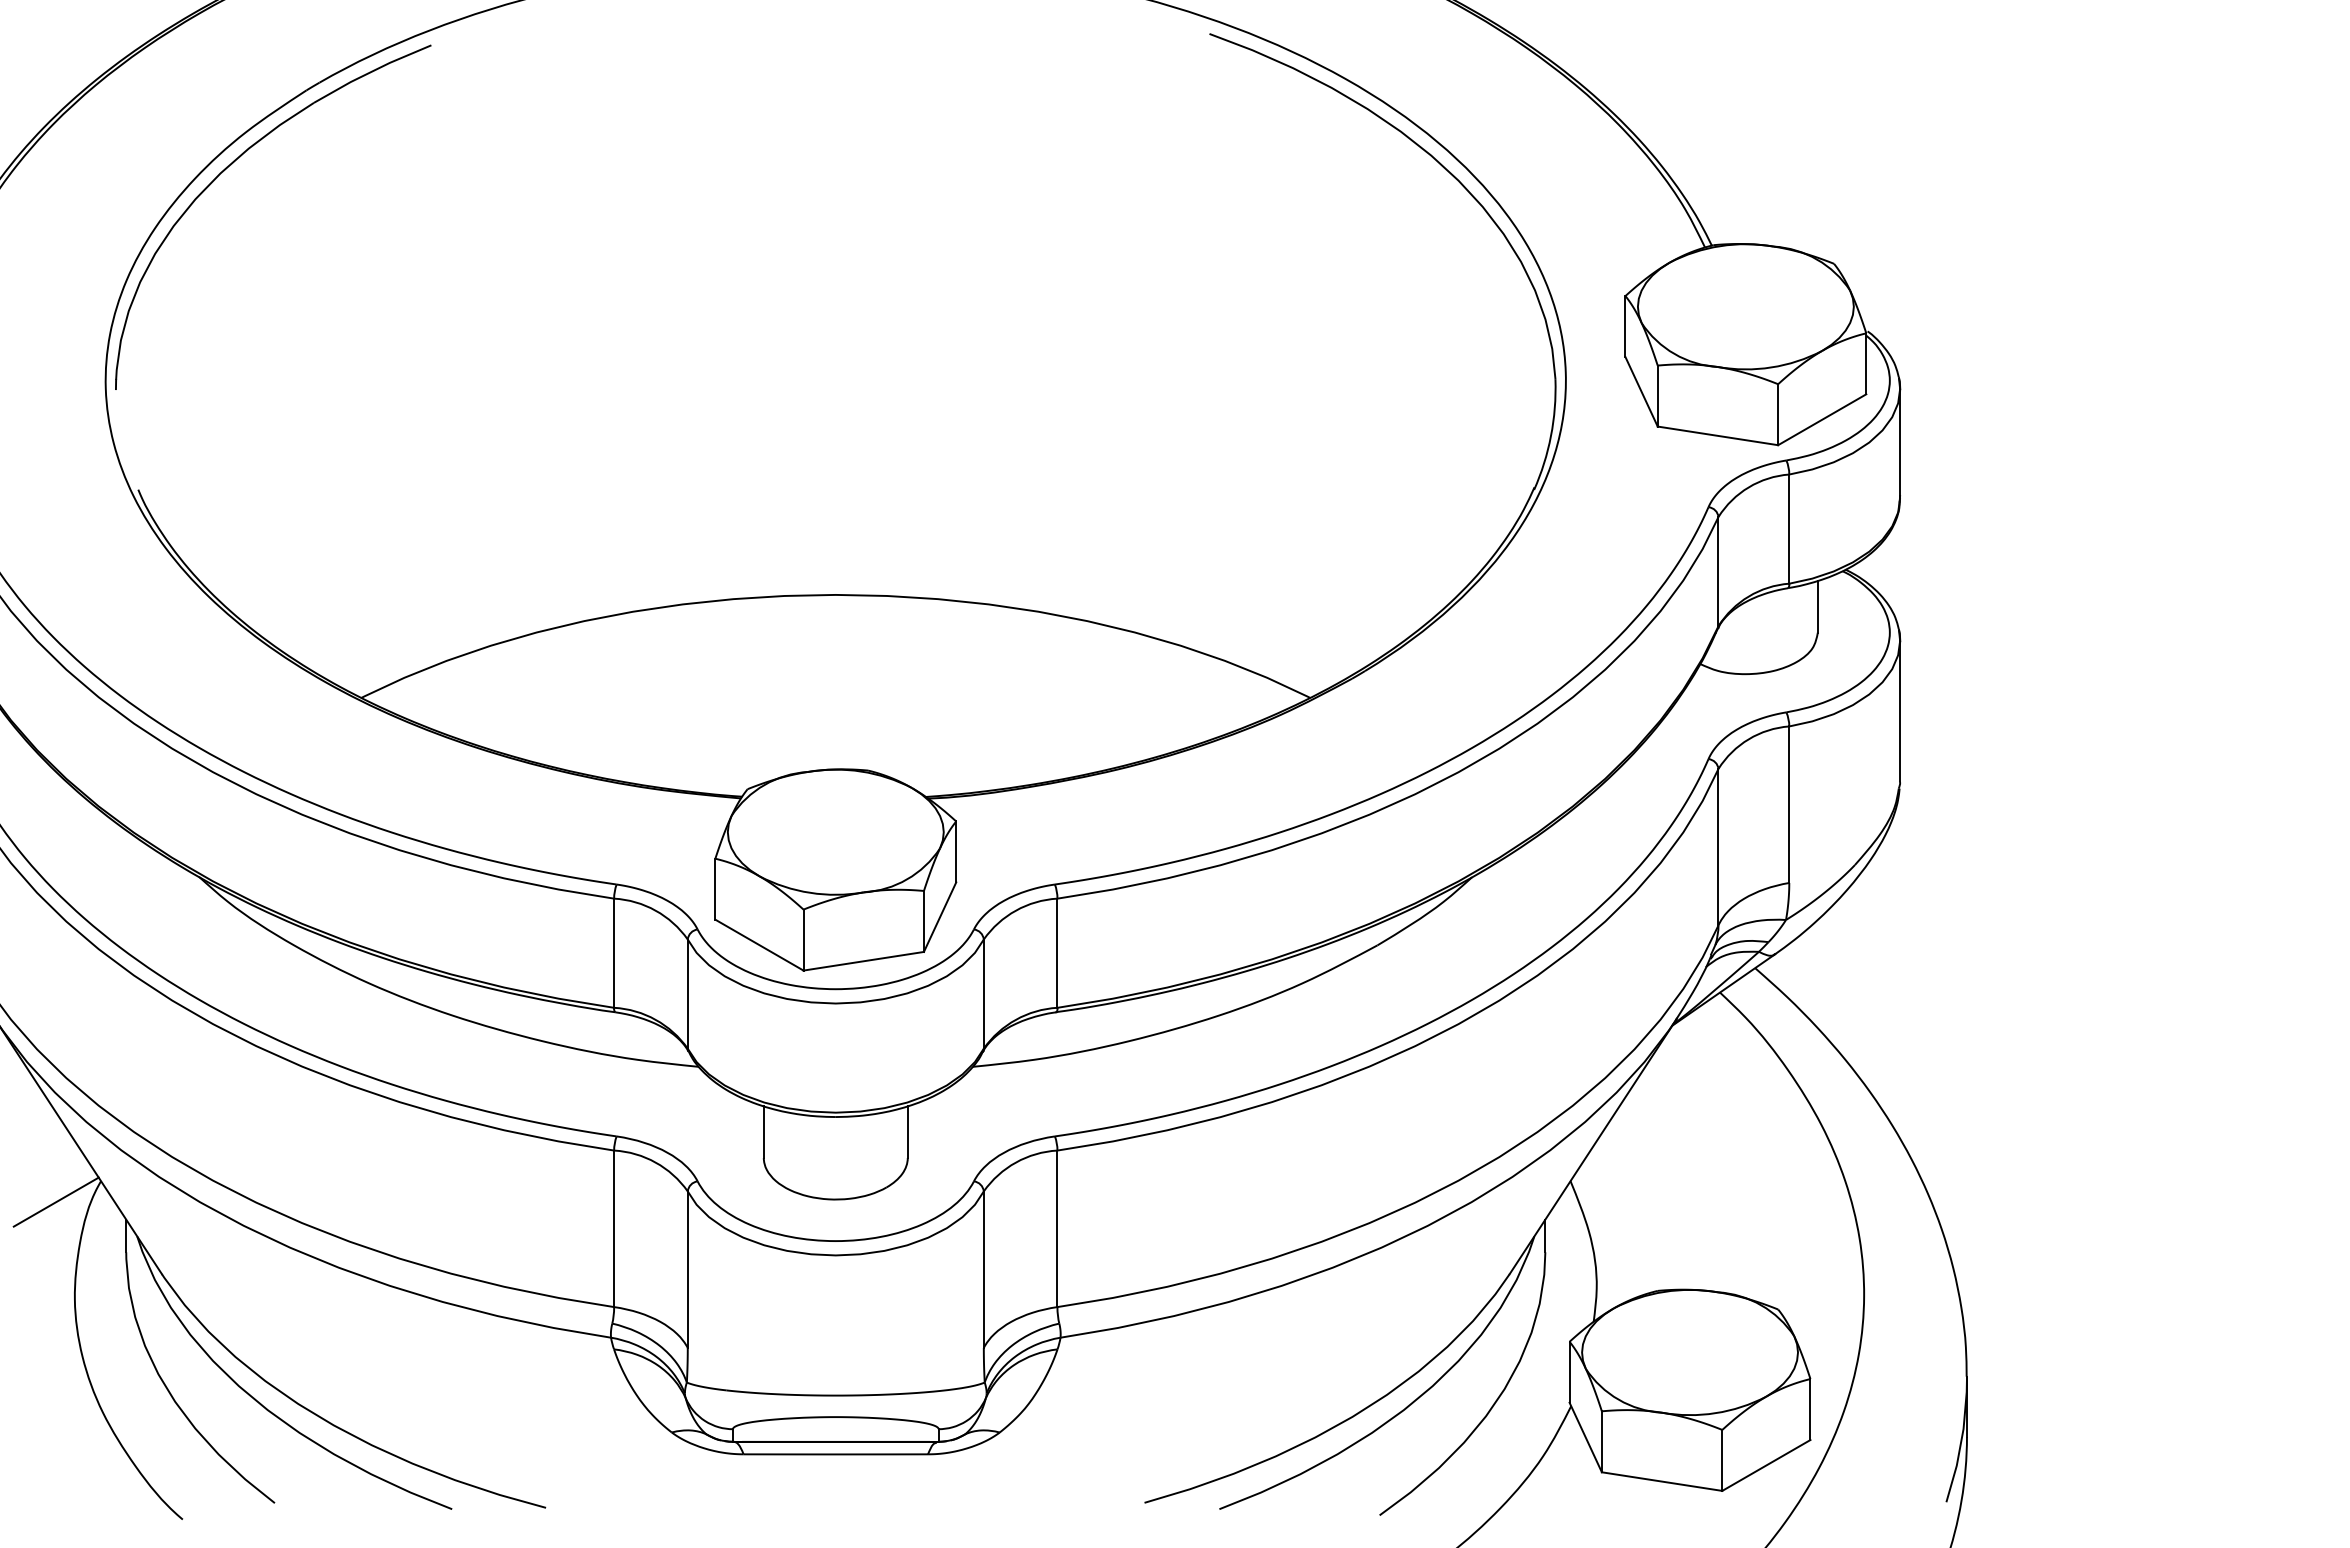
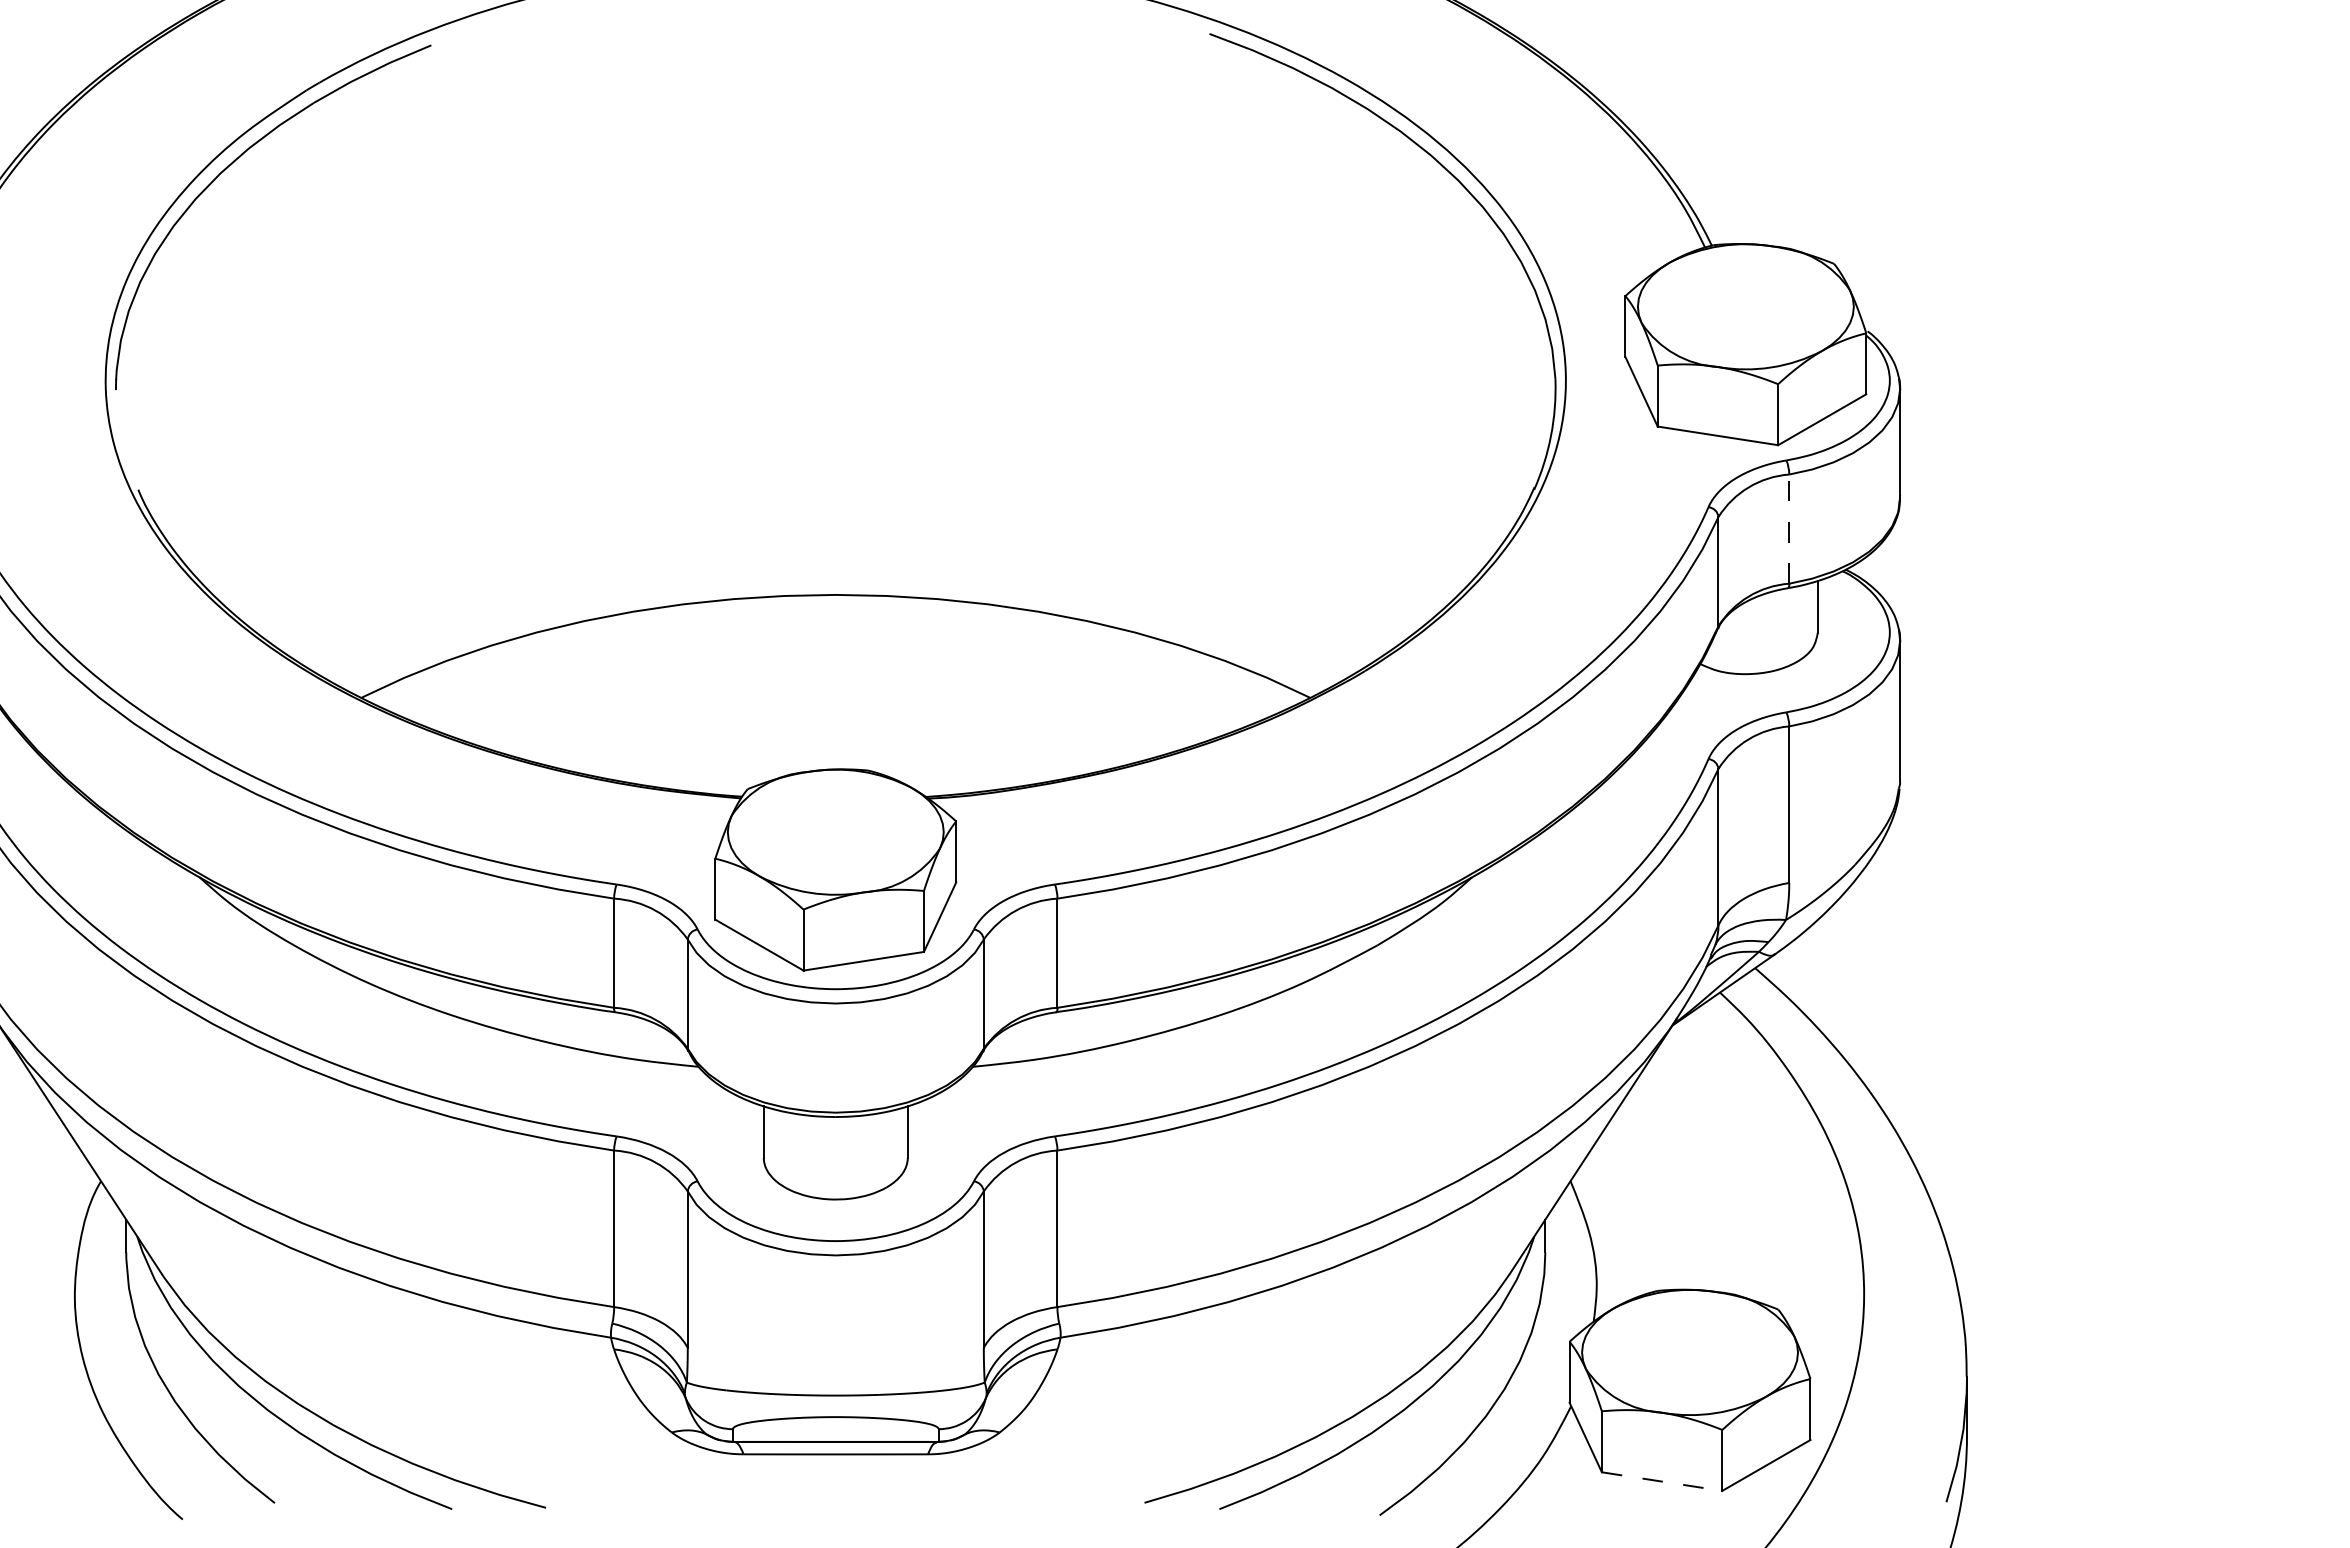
line at (1789, 529): solid -> dashed
line at (55, 1201): present -> none
line at (1662, 1481): solid -> dashed
